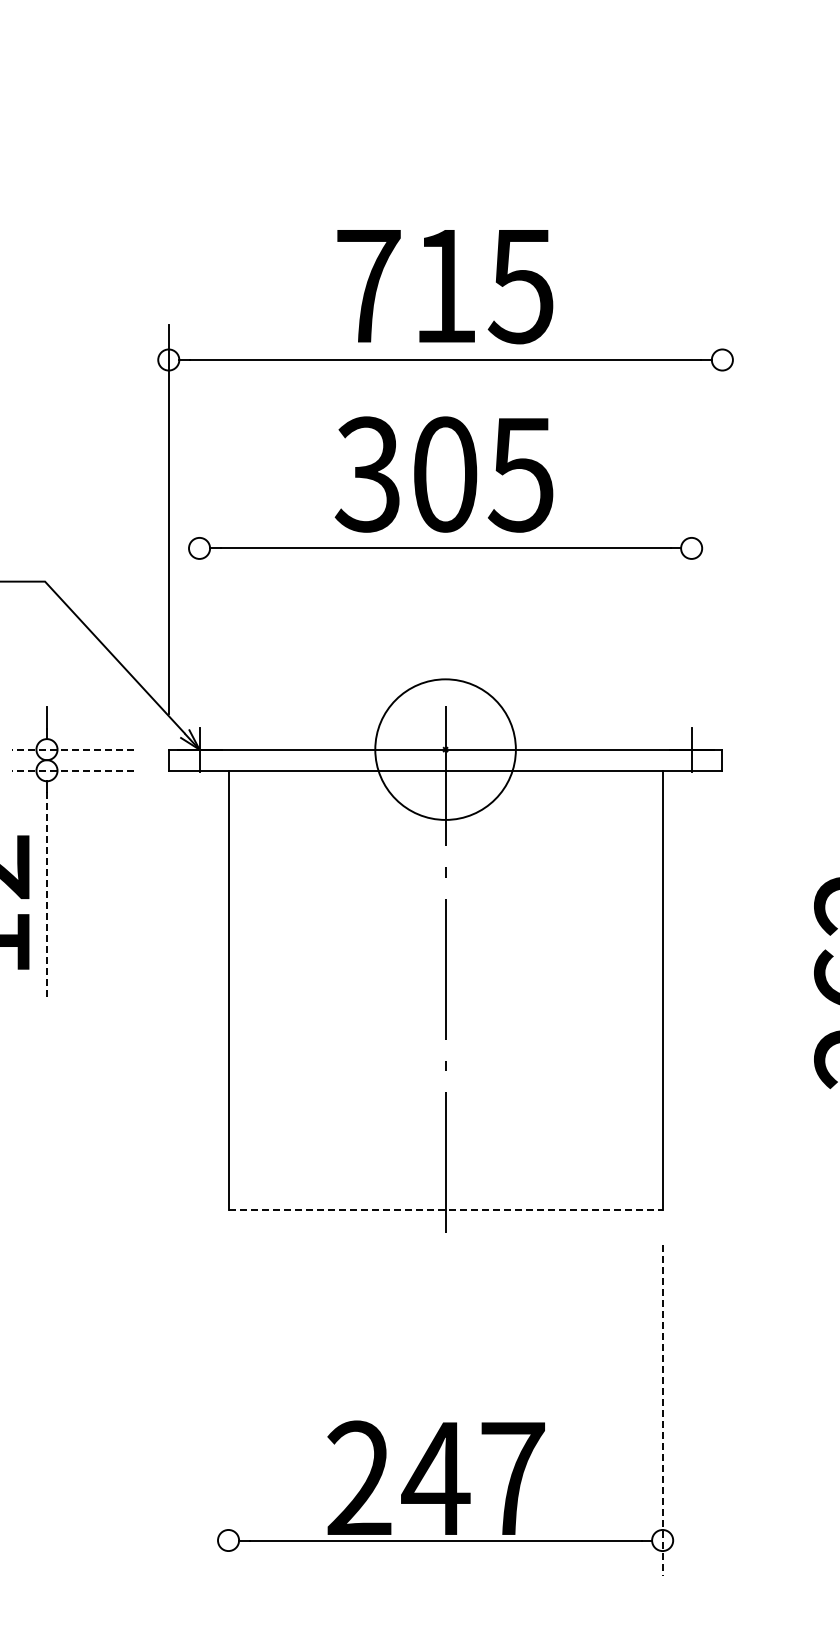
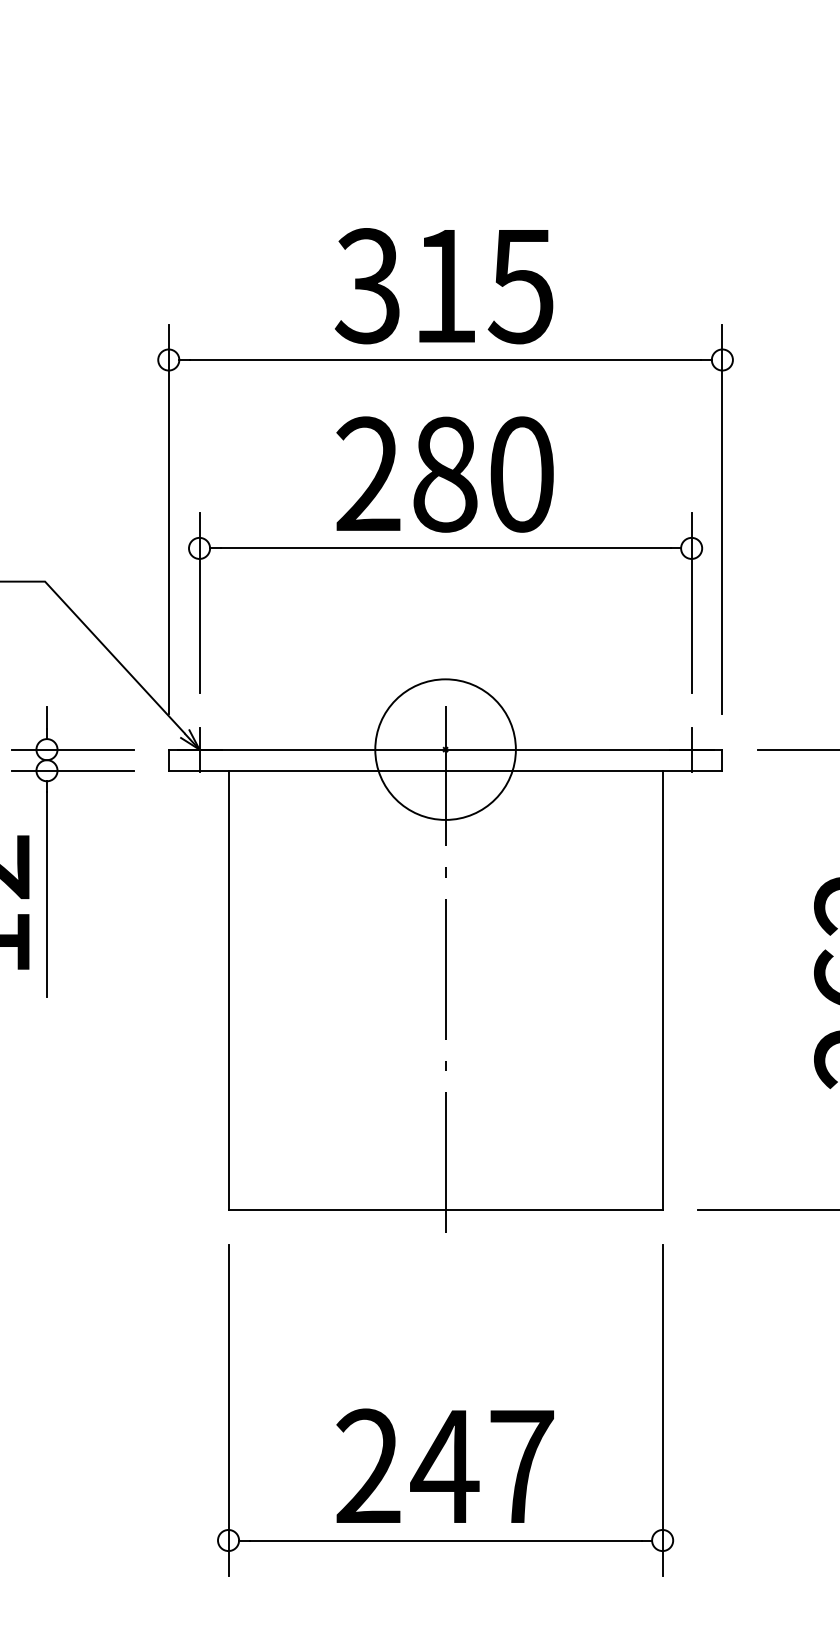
text at (367, 286): 715 -> 315
text at (443, 474): 305 -> 280
line at (722, 519): none -> present
line at (199, 602): none -> present
line at (691, 602): none -> present
line at (72, 749): dashed -> solid
line at (796, 749): none -> present
line at (72, 770): dashed -> solid
line at (47, 894): dashed -> solid
line at (446, 1210): dashed -> solid
line at (766, 1210): none -> present
line at (228, 1410): none -> present
line at (662, 1410): dashed -> solid
text at (435, 1477) position: (435, 1477) -> (444, 1465)
